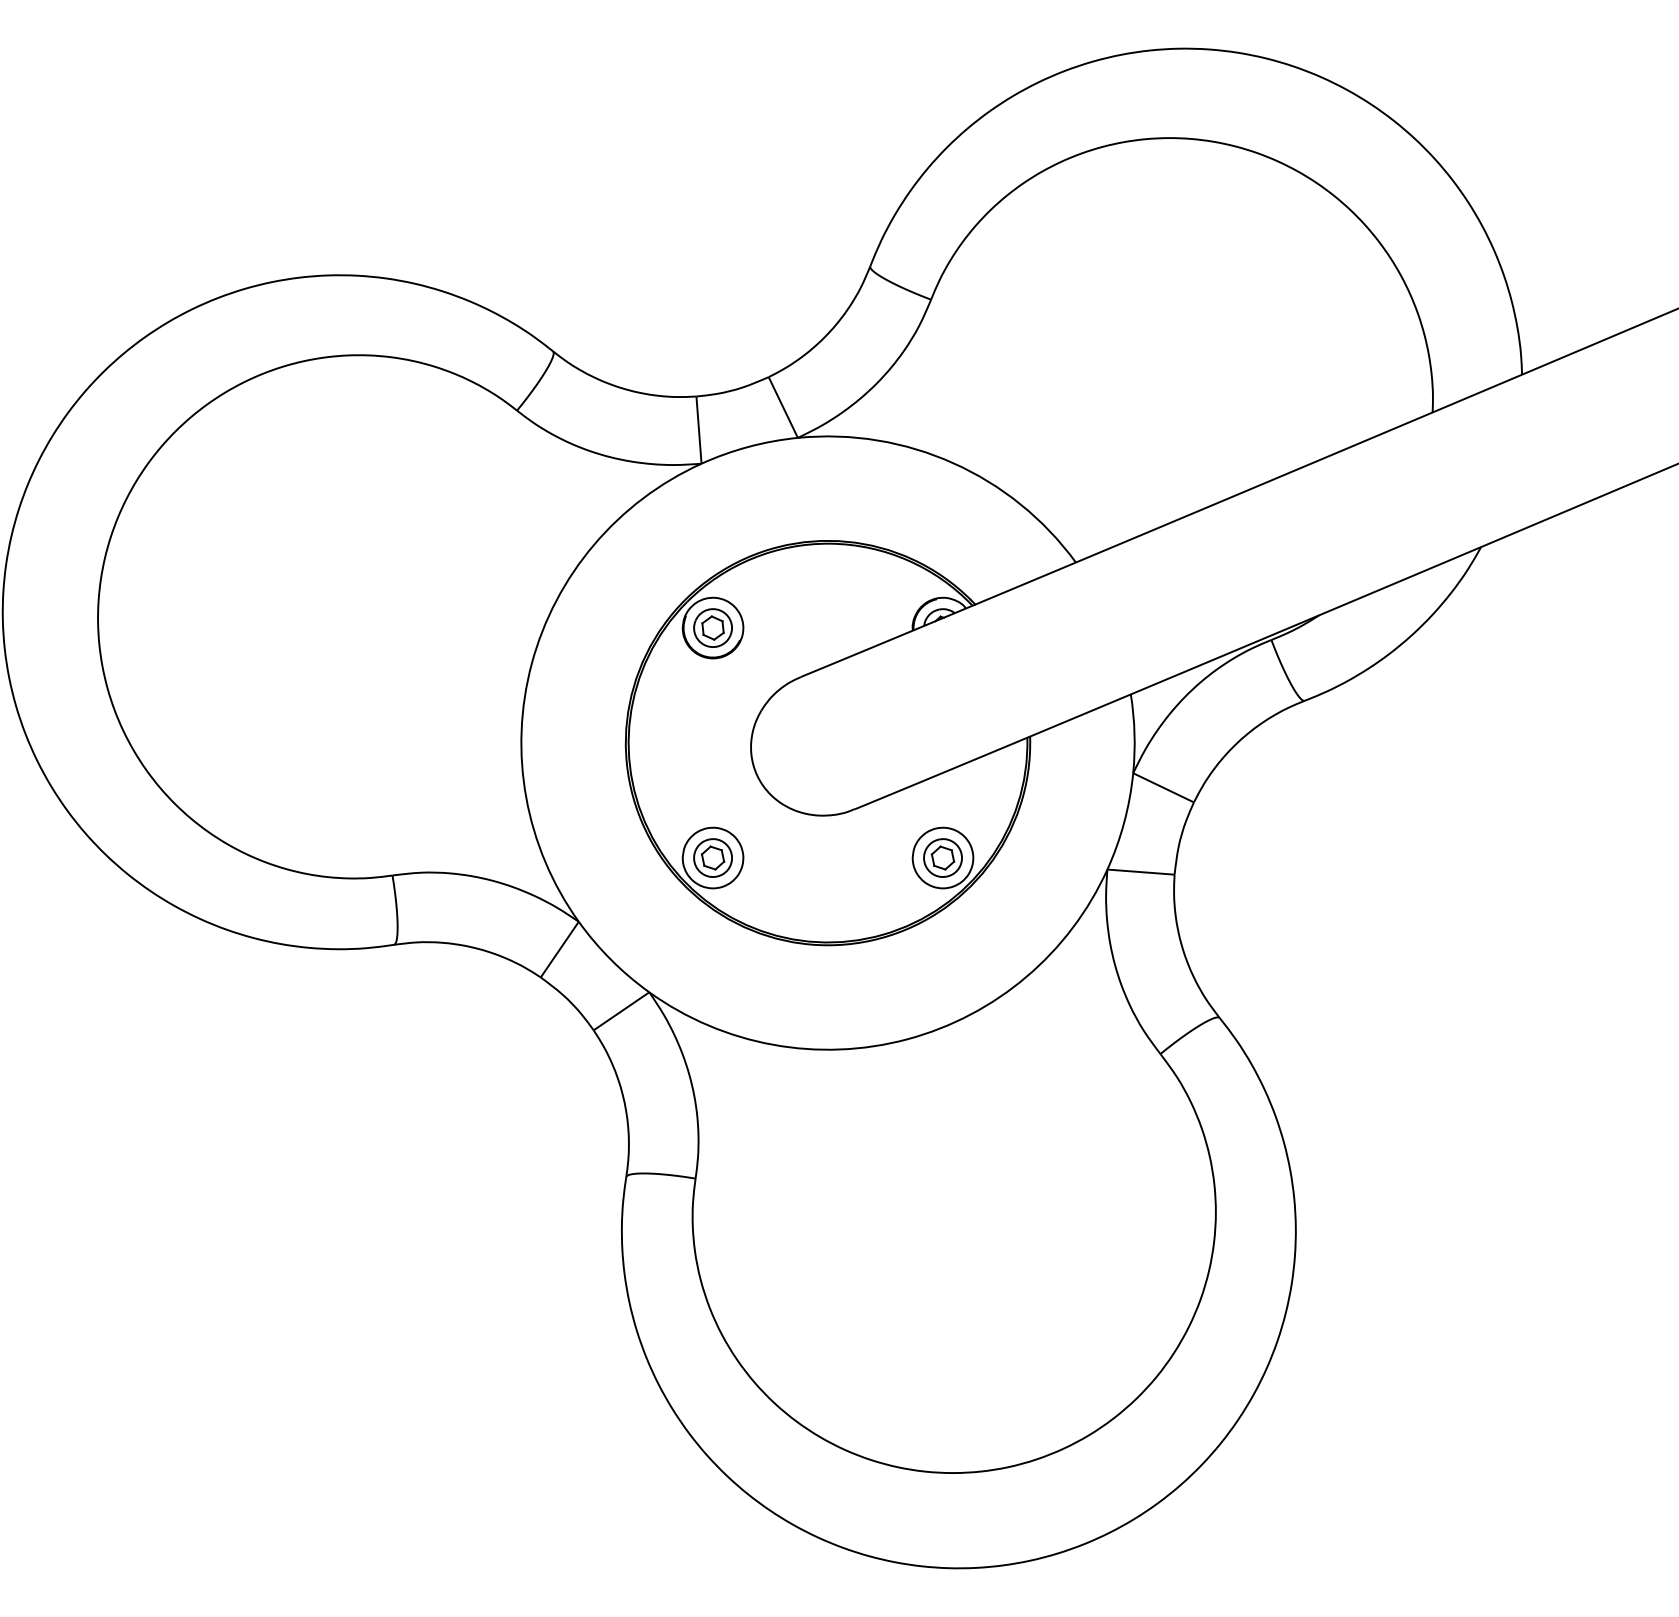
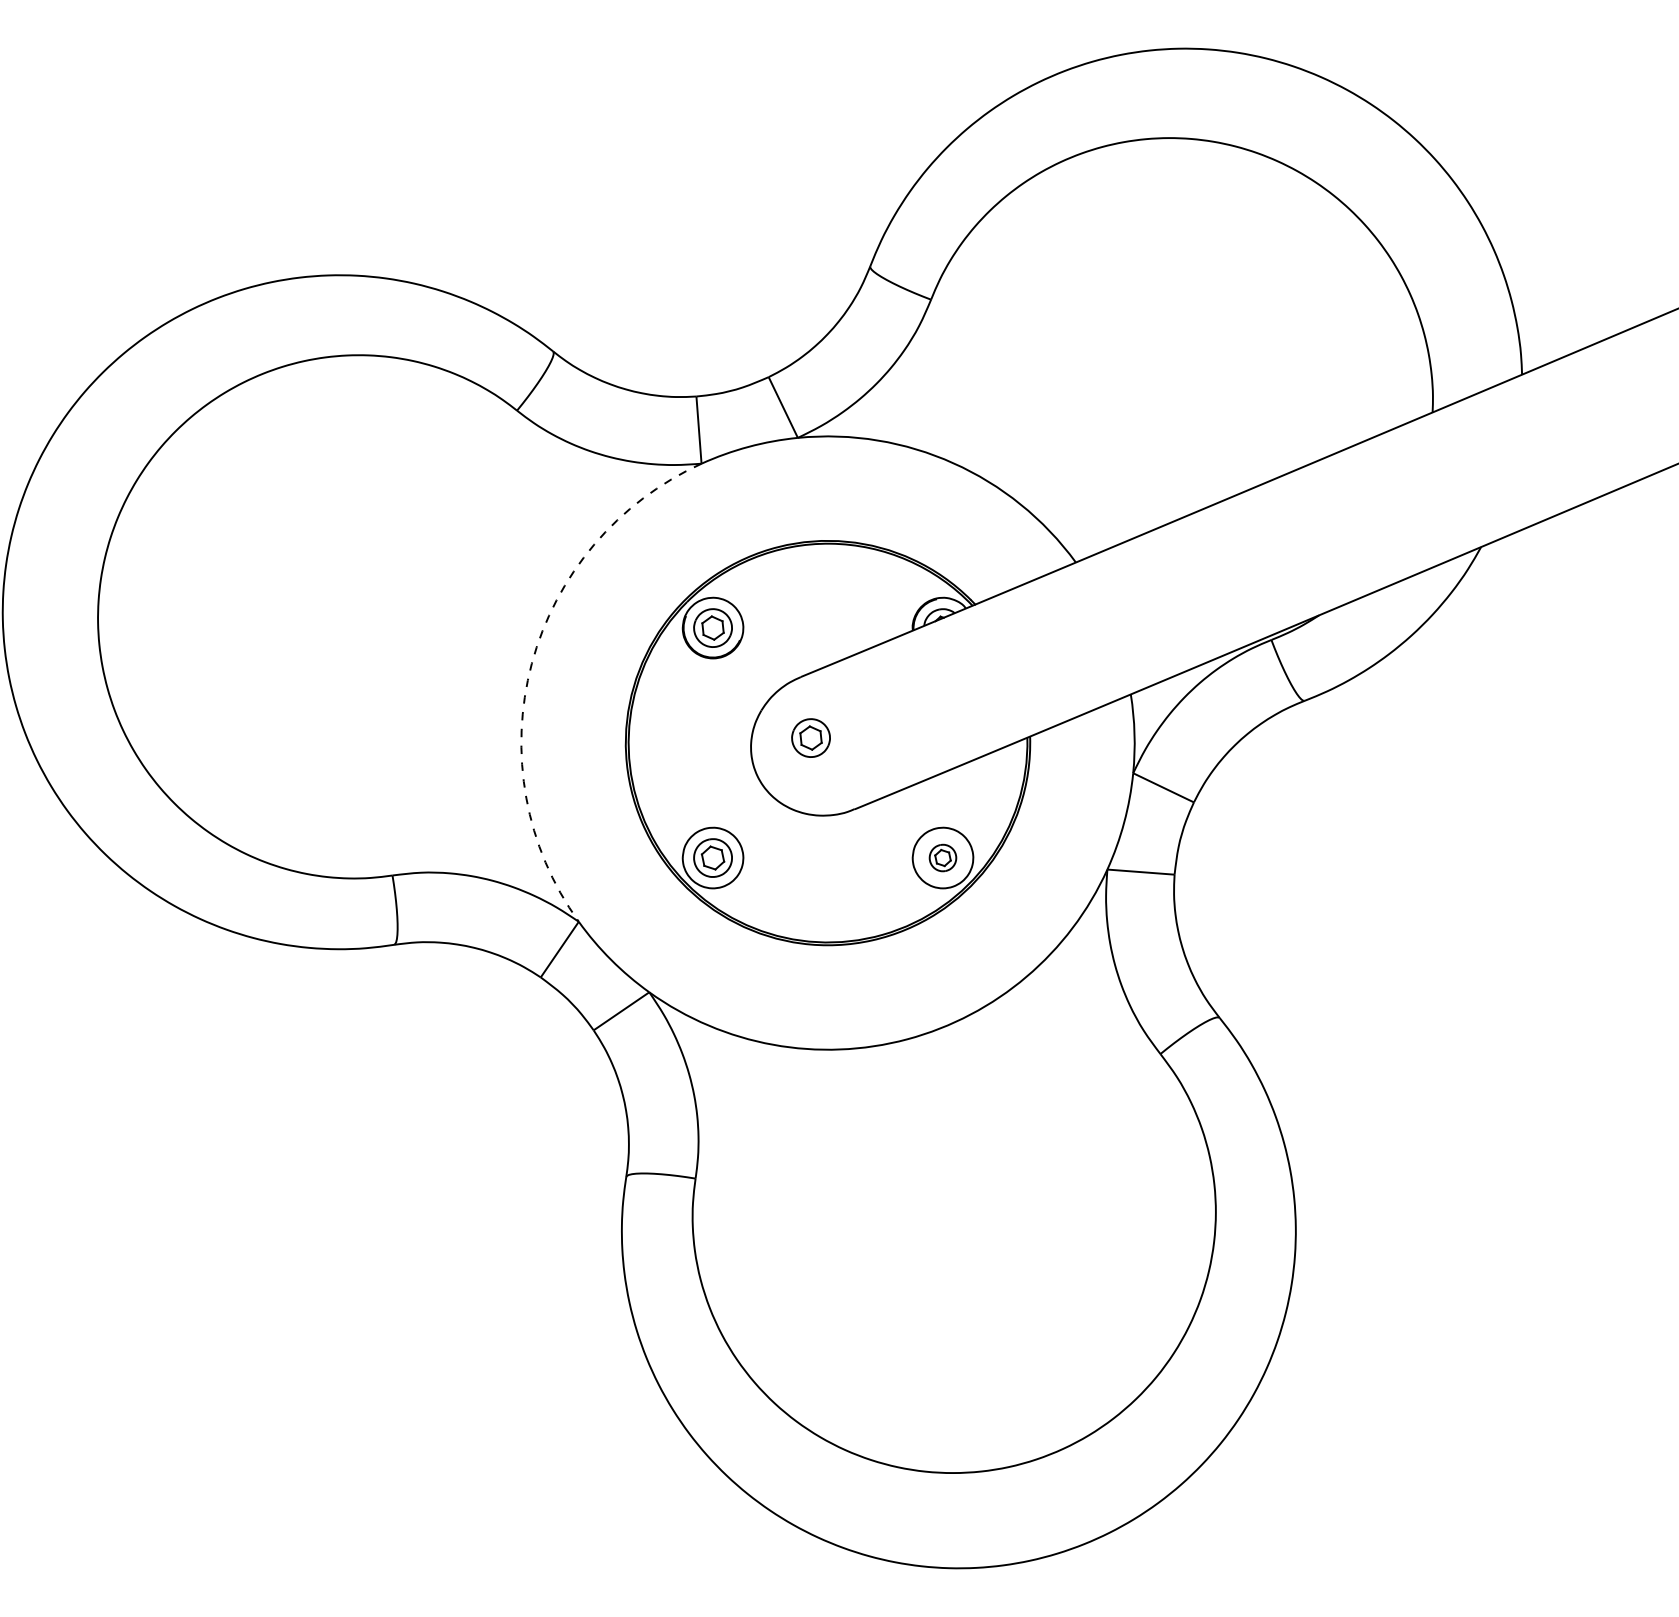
arc at (531, 663): solid -> dashed
part at (810, 737): none -> present
part at (942, 857) size: 40x40 px -> 30x30 px
